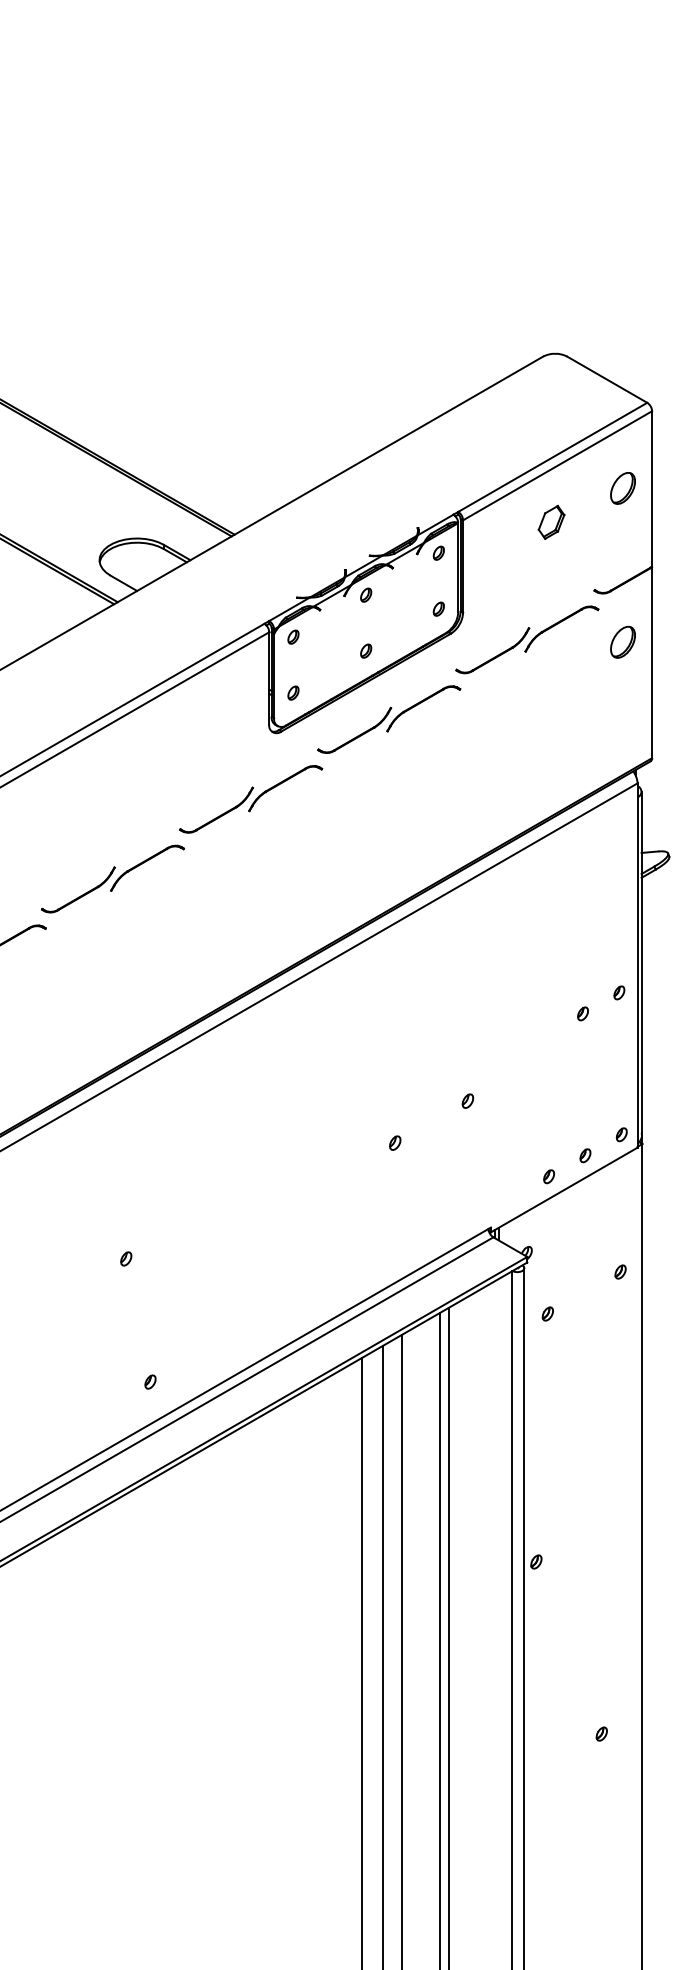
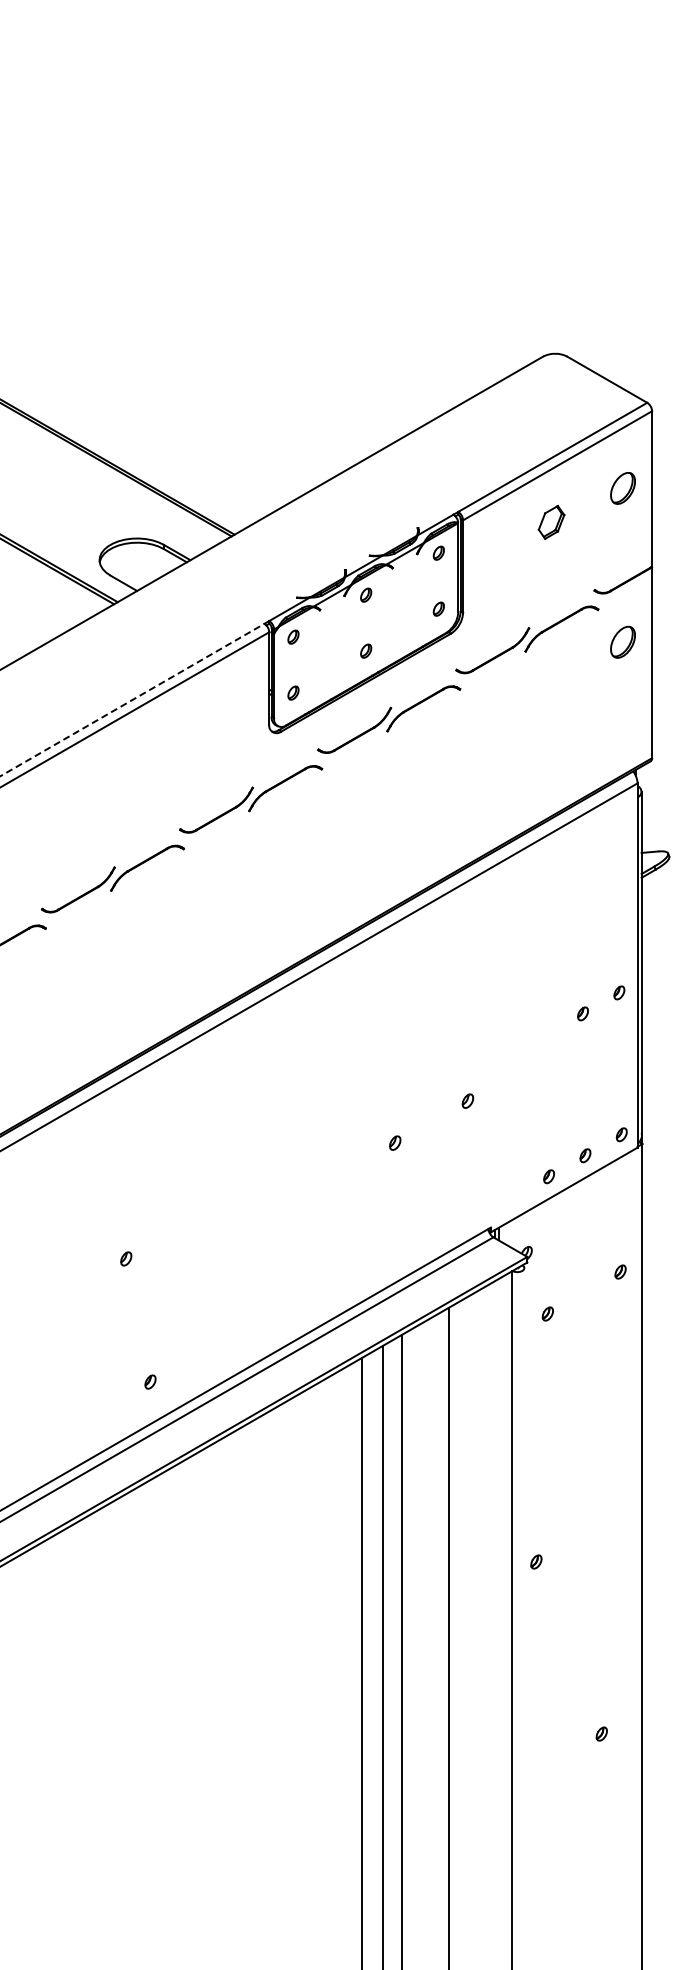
line at (132, 699): solid -> dashed
line at (524, 1617): present -> none
line at (439, 1639): present -> none
